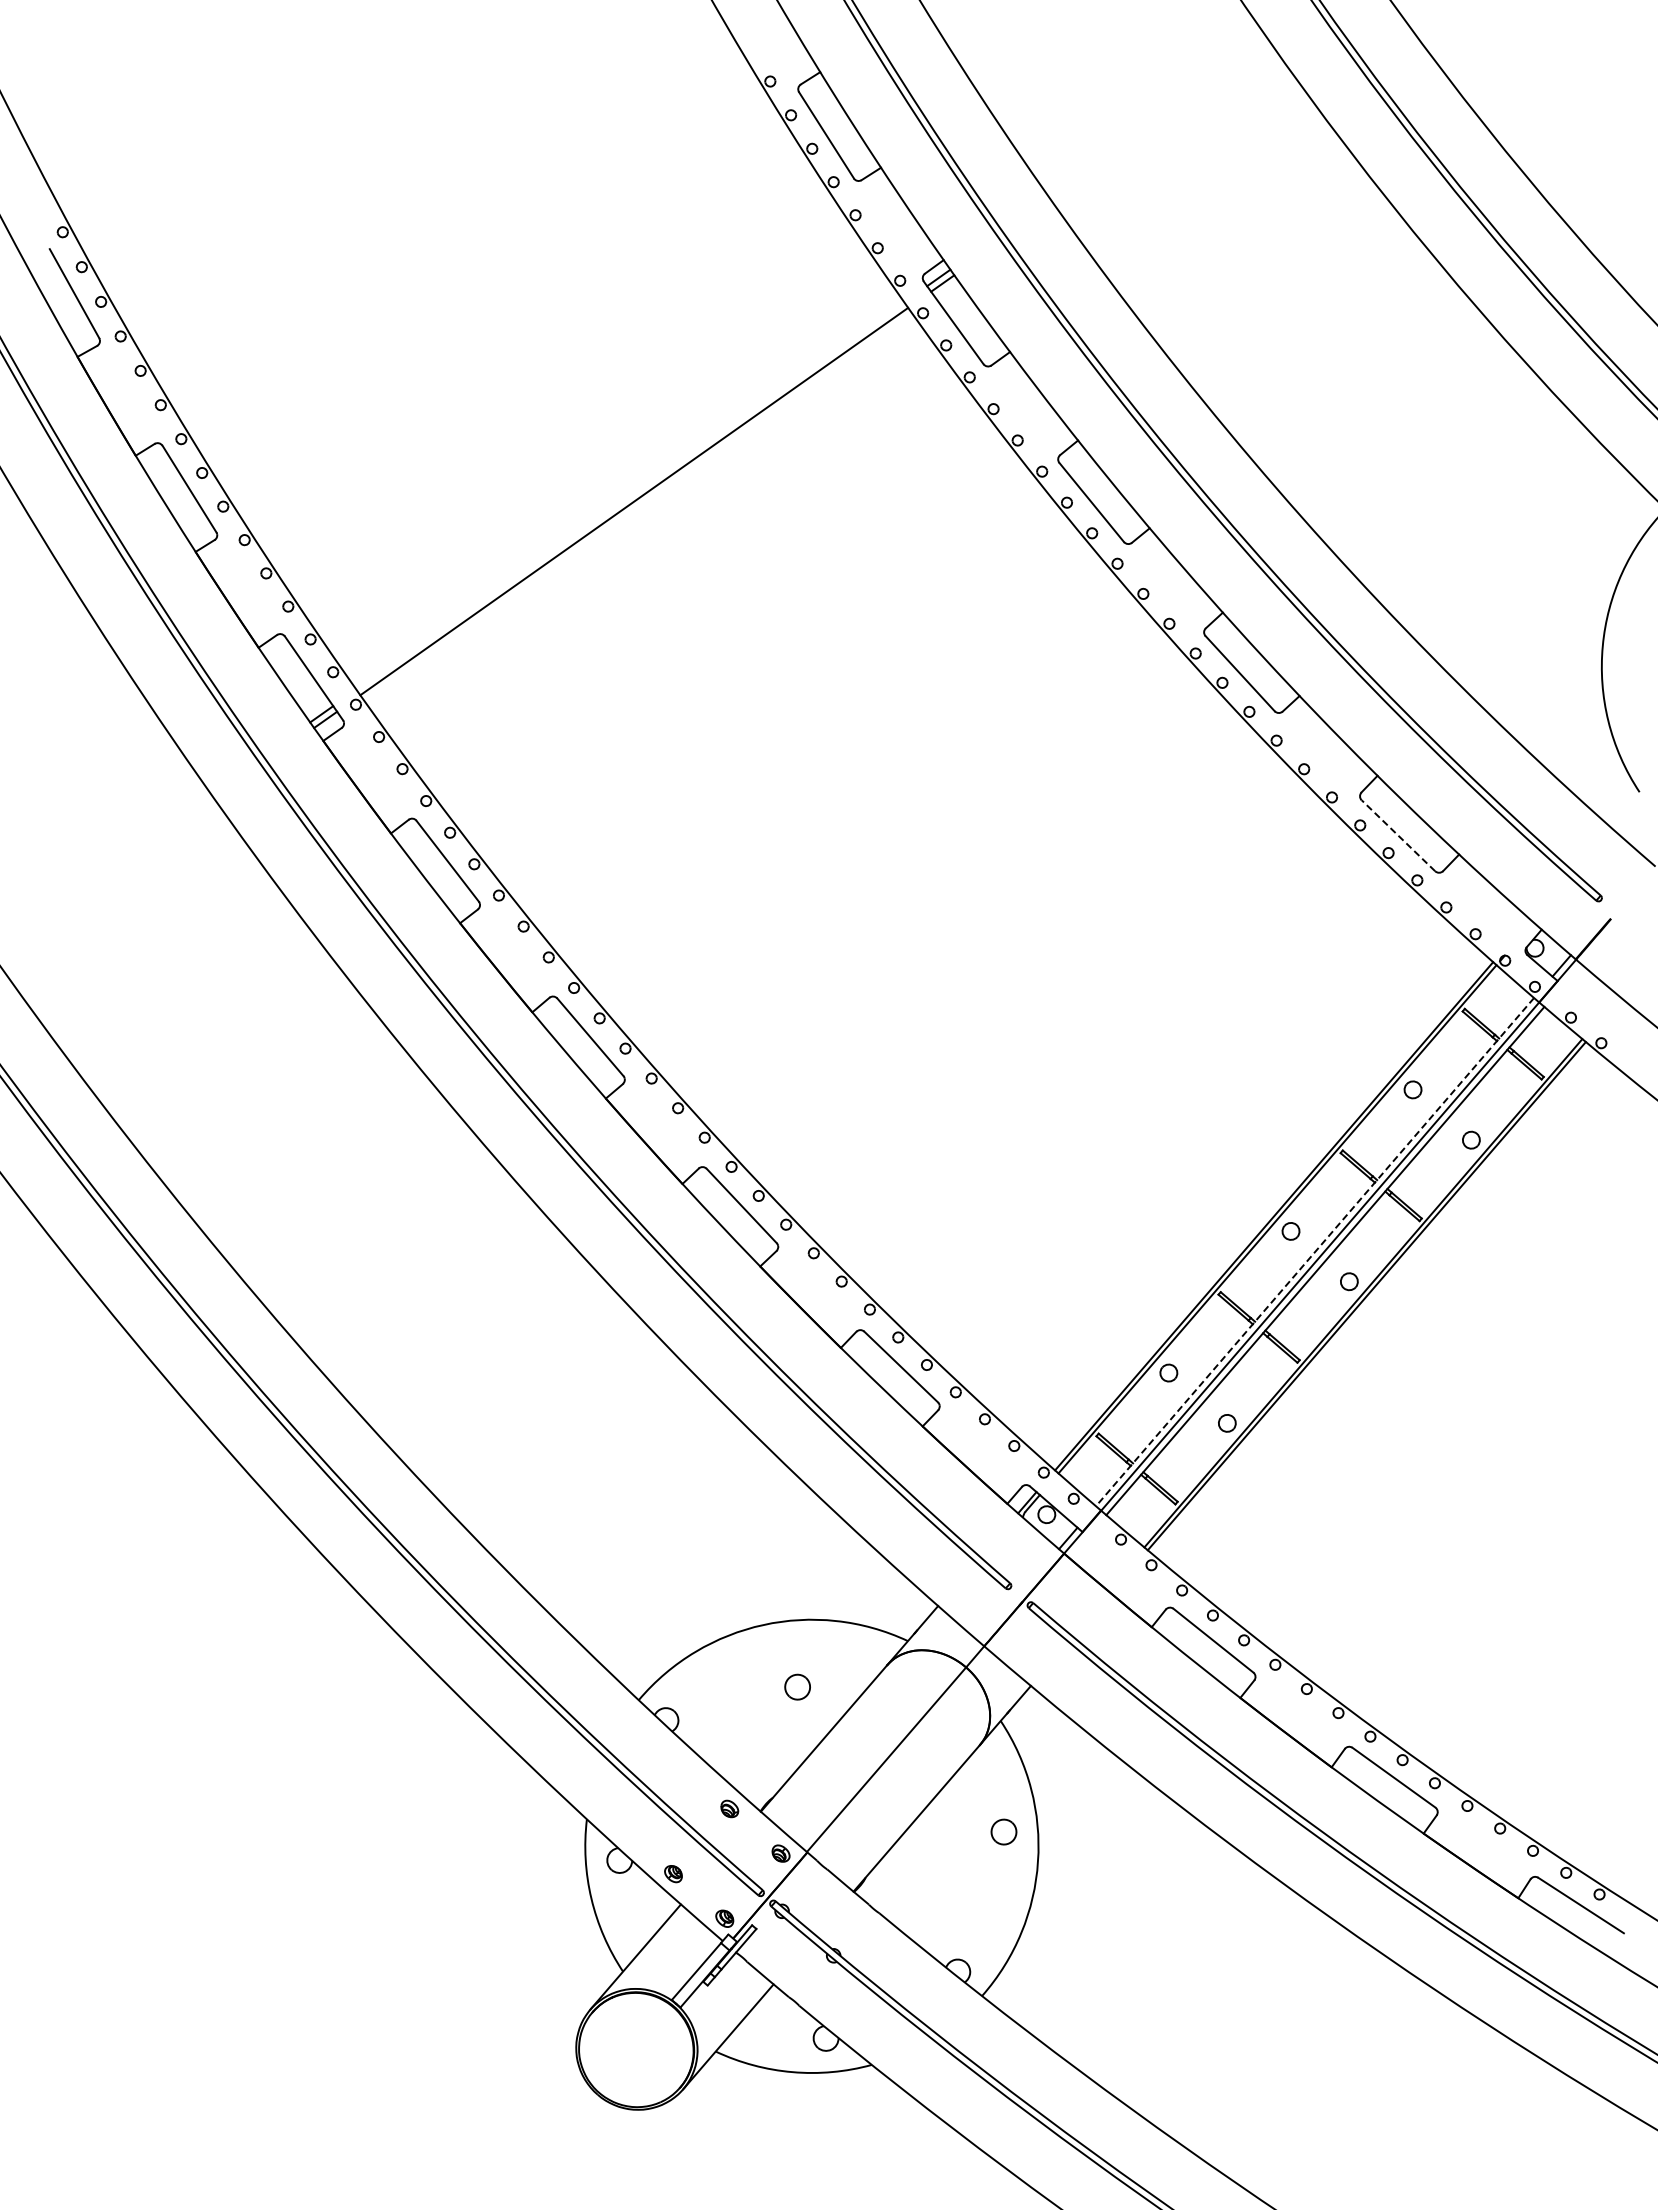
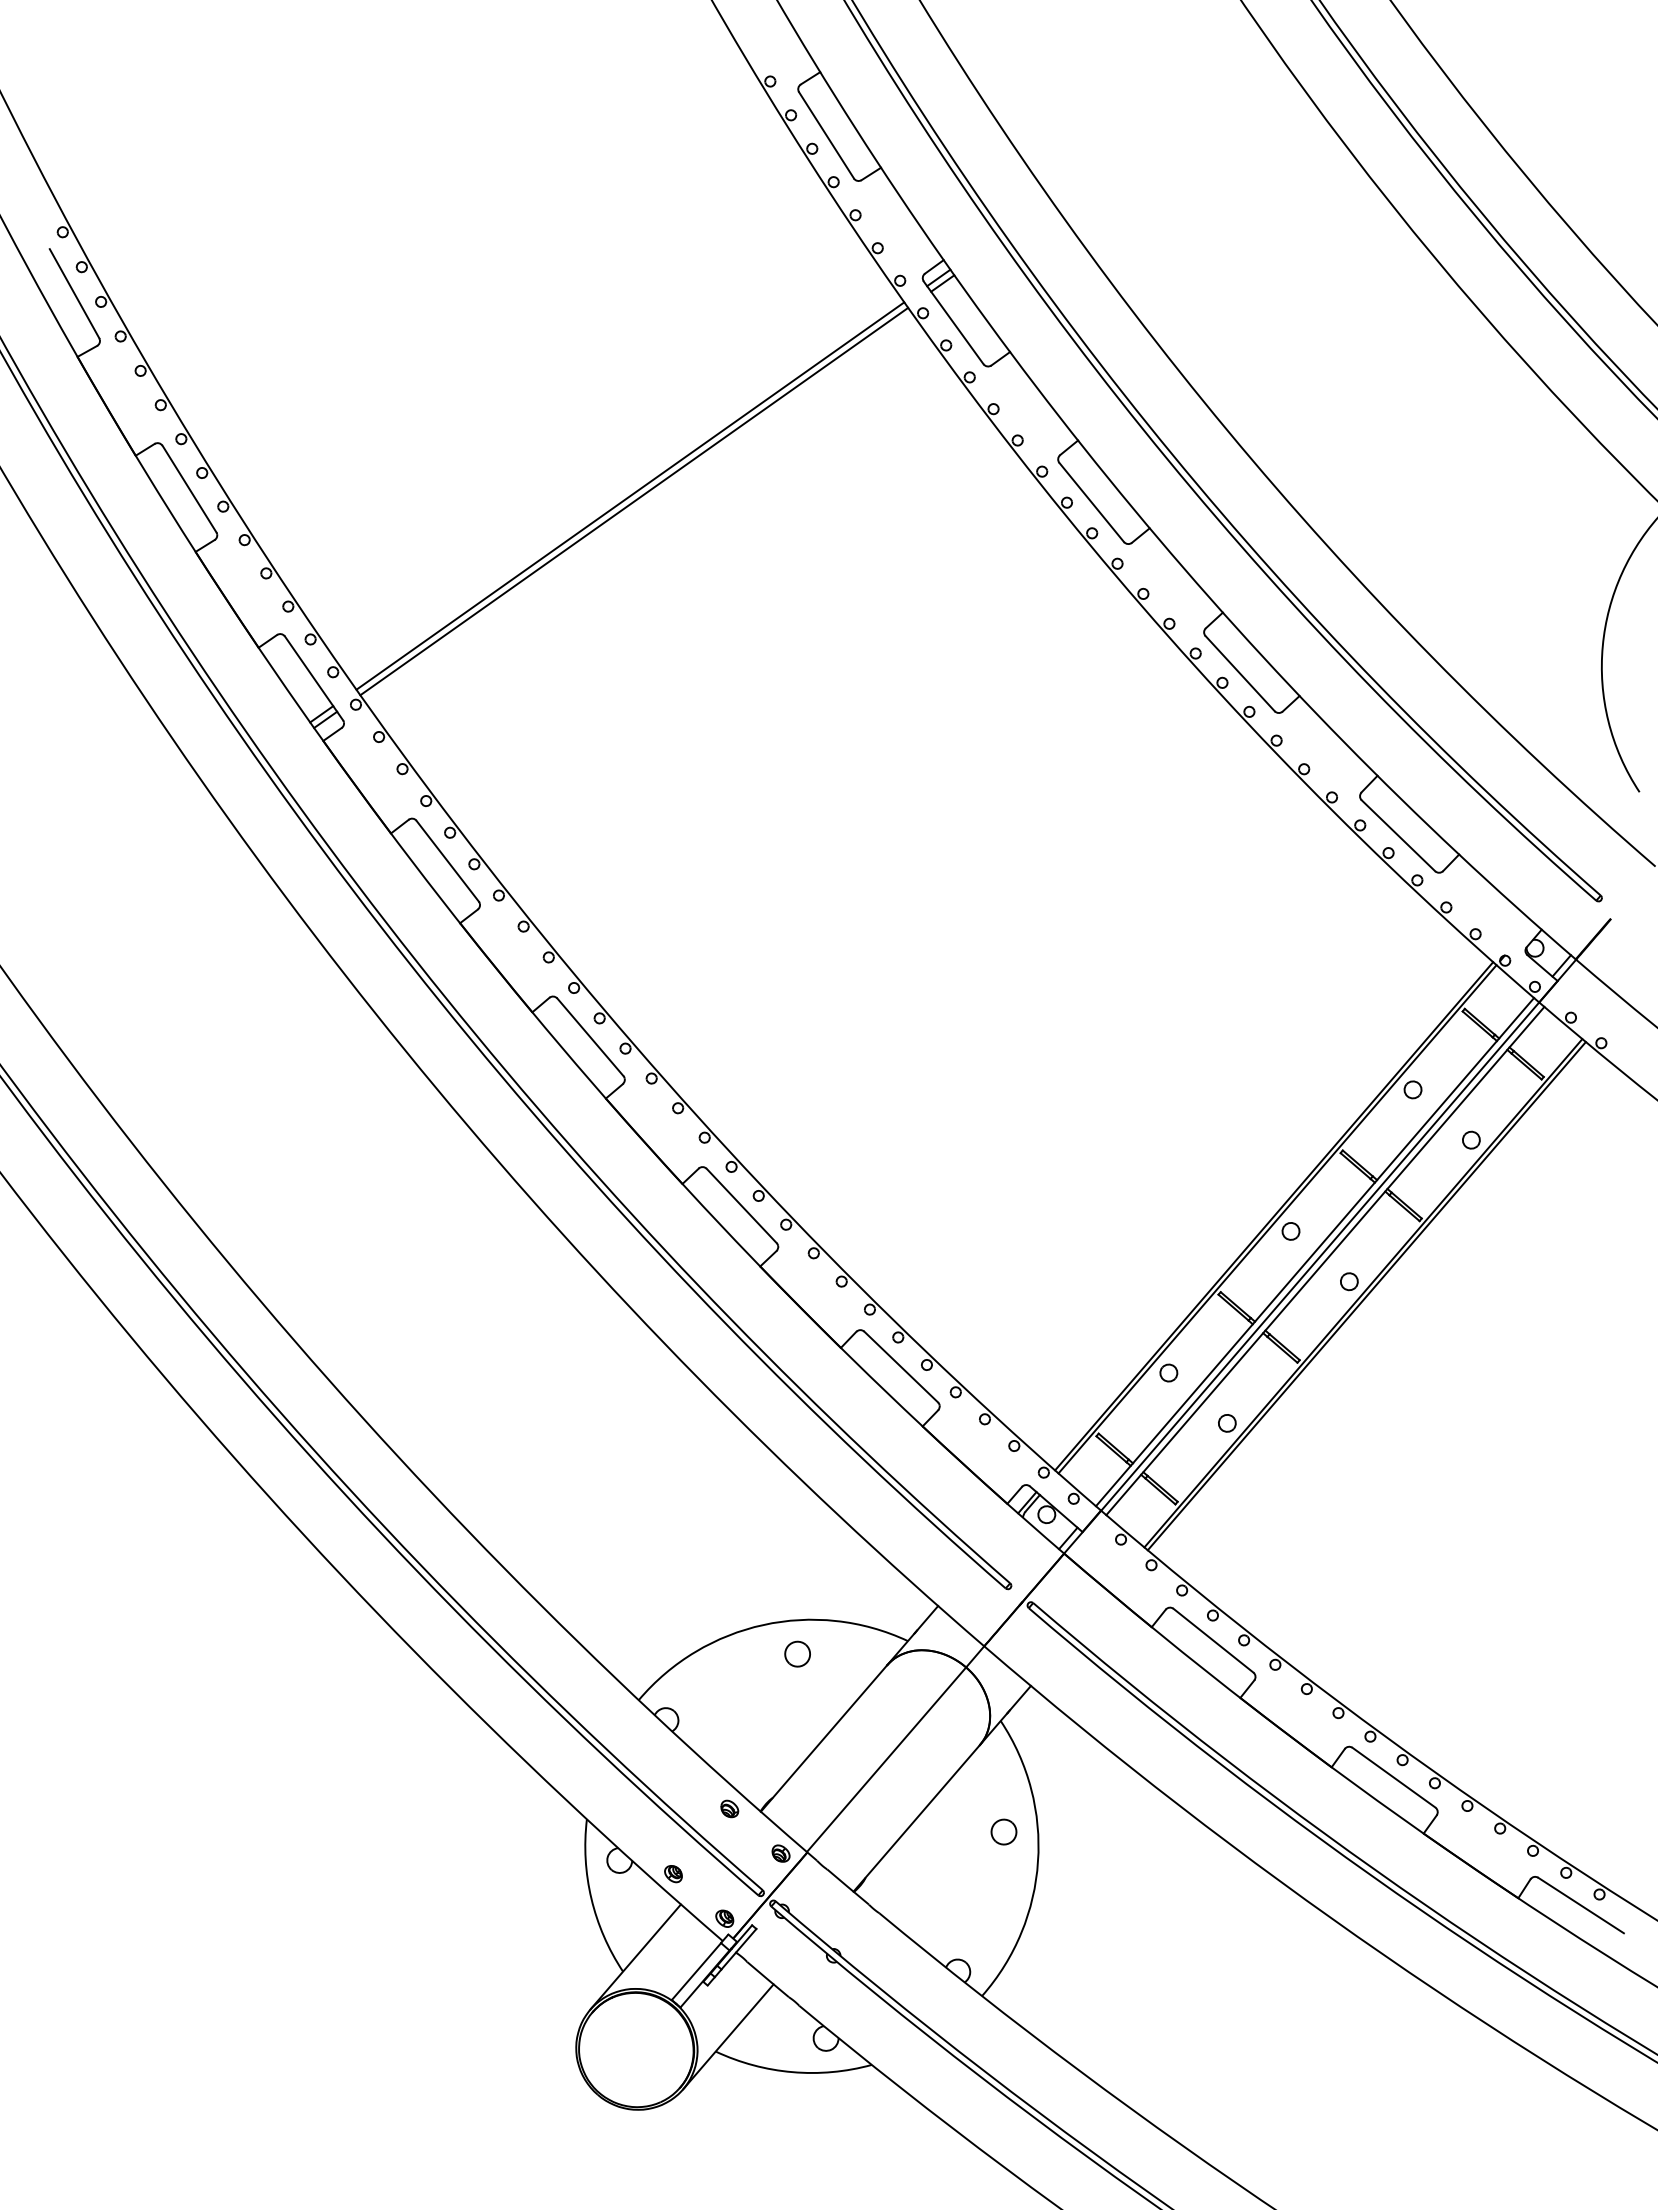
line at (630, 495): none -> present
line at (1398, 835): dashed -> solid
line at (1314, 1252): dashed -> solid
part at (797, 1686) position: (797, 1686) -> (797, 1653)
